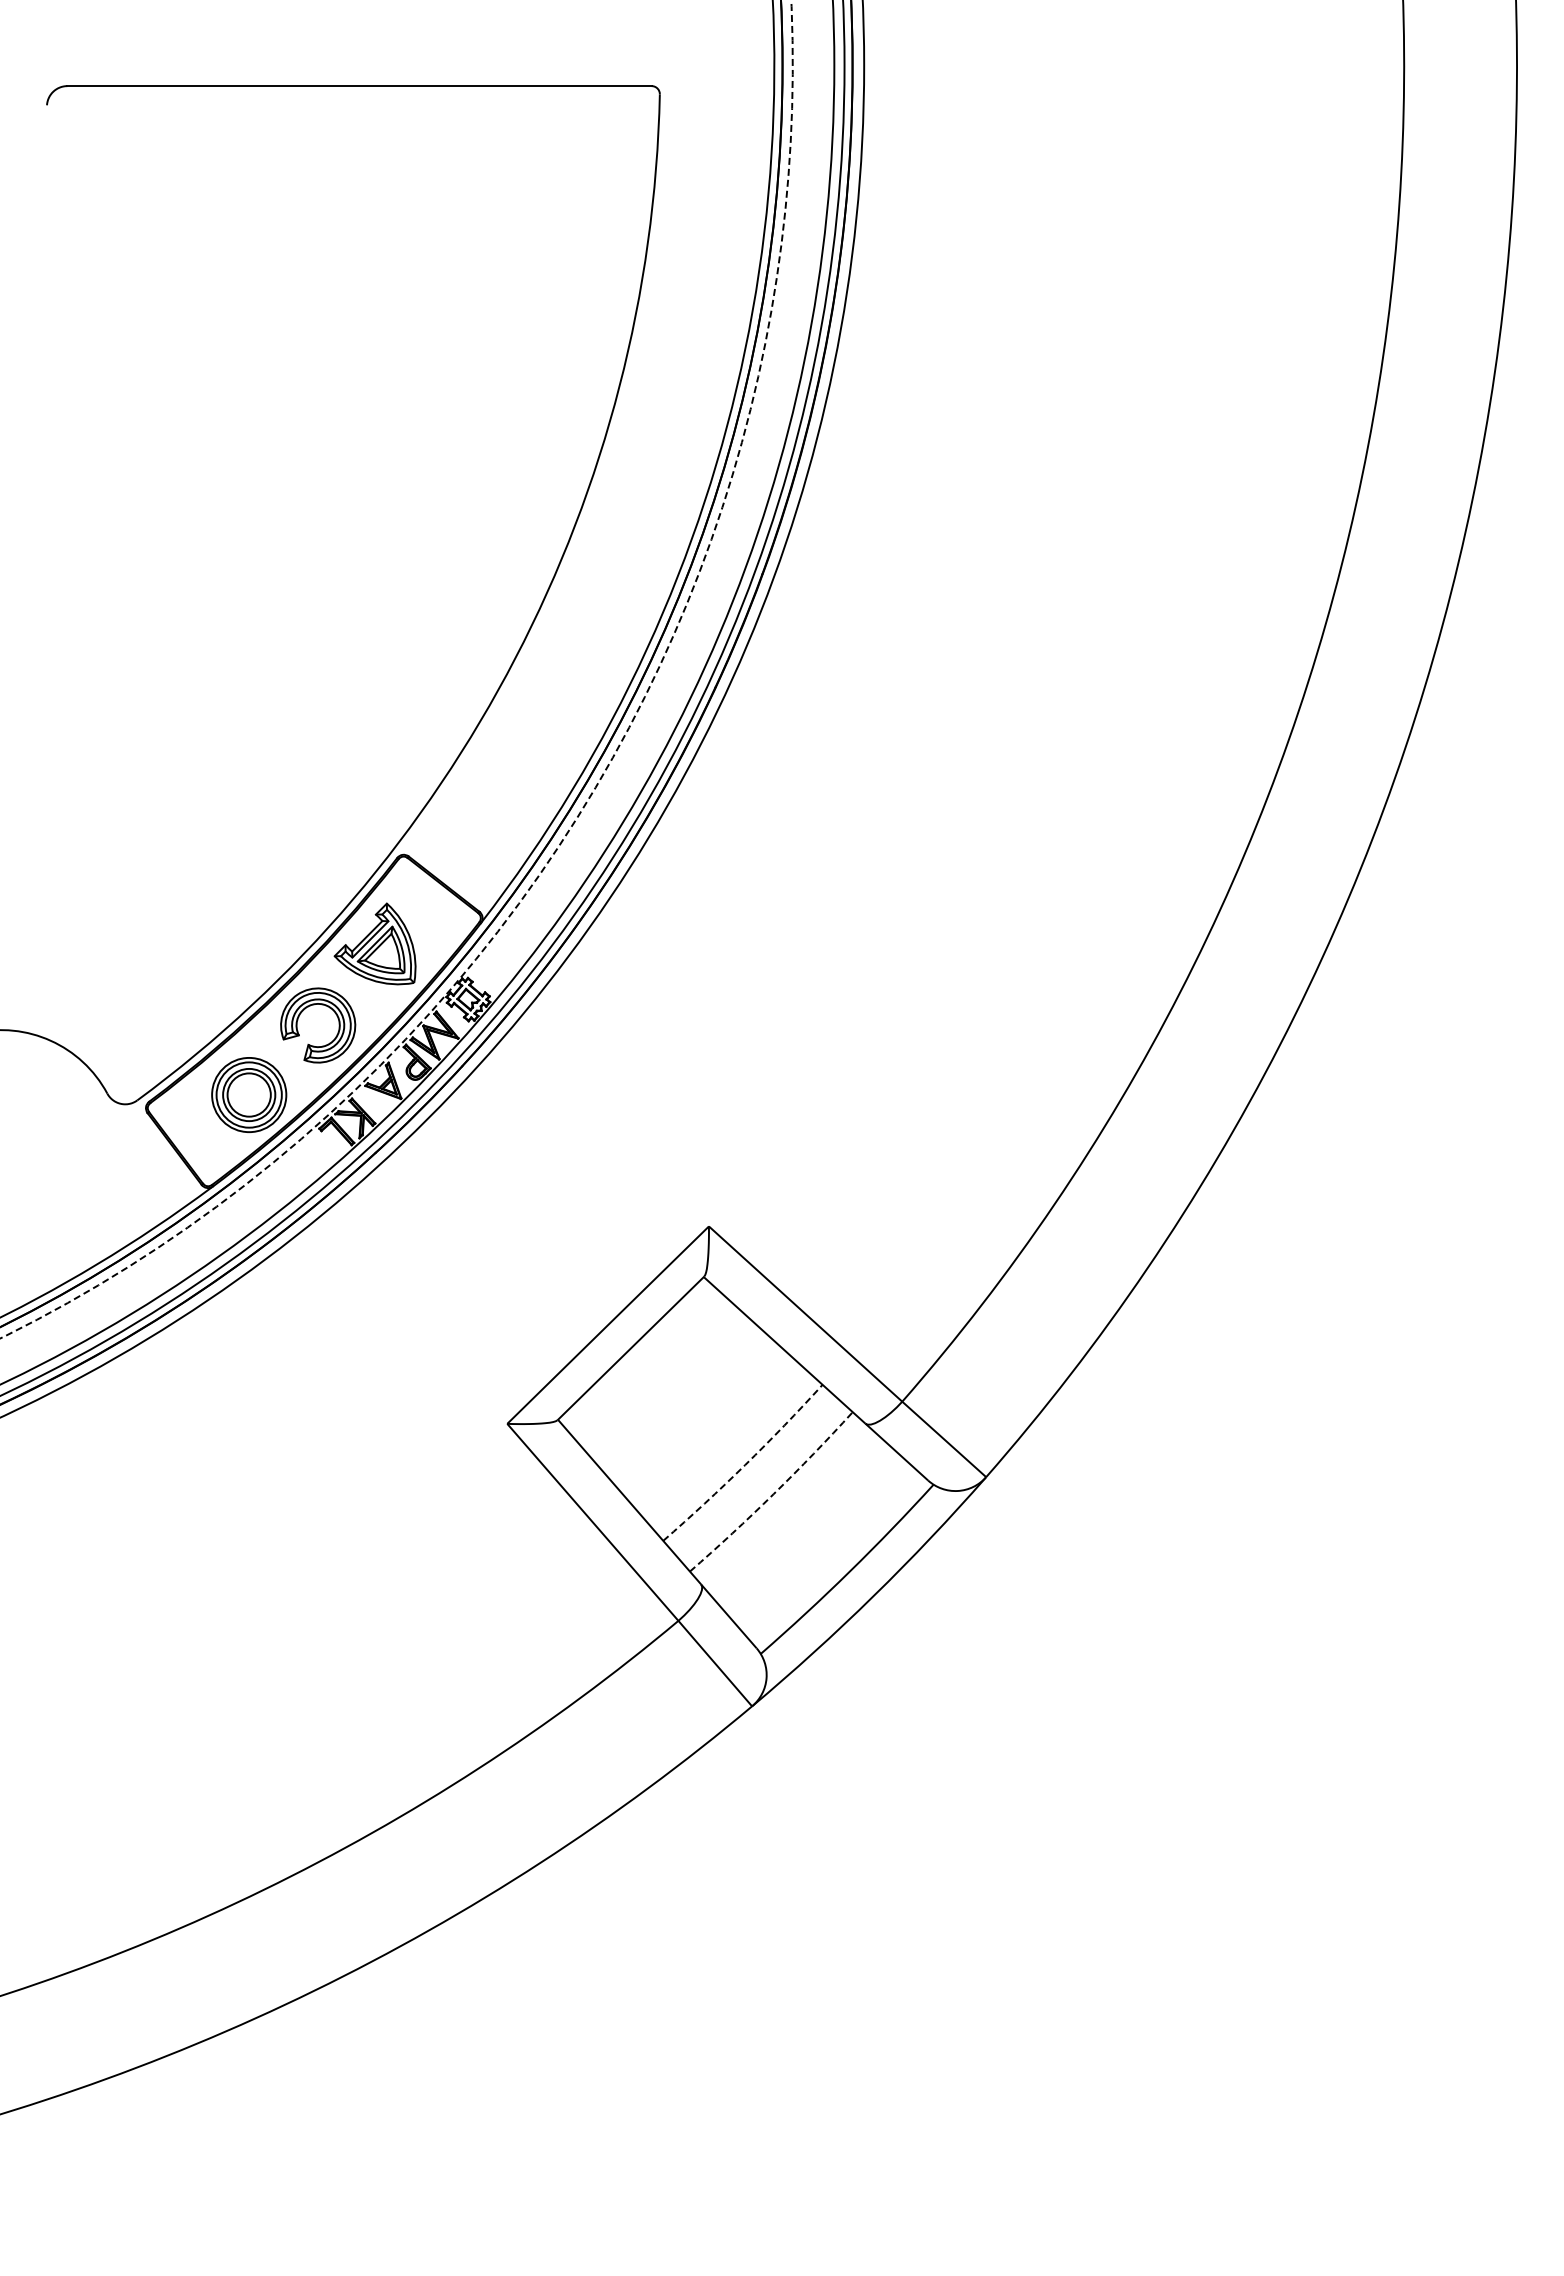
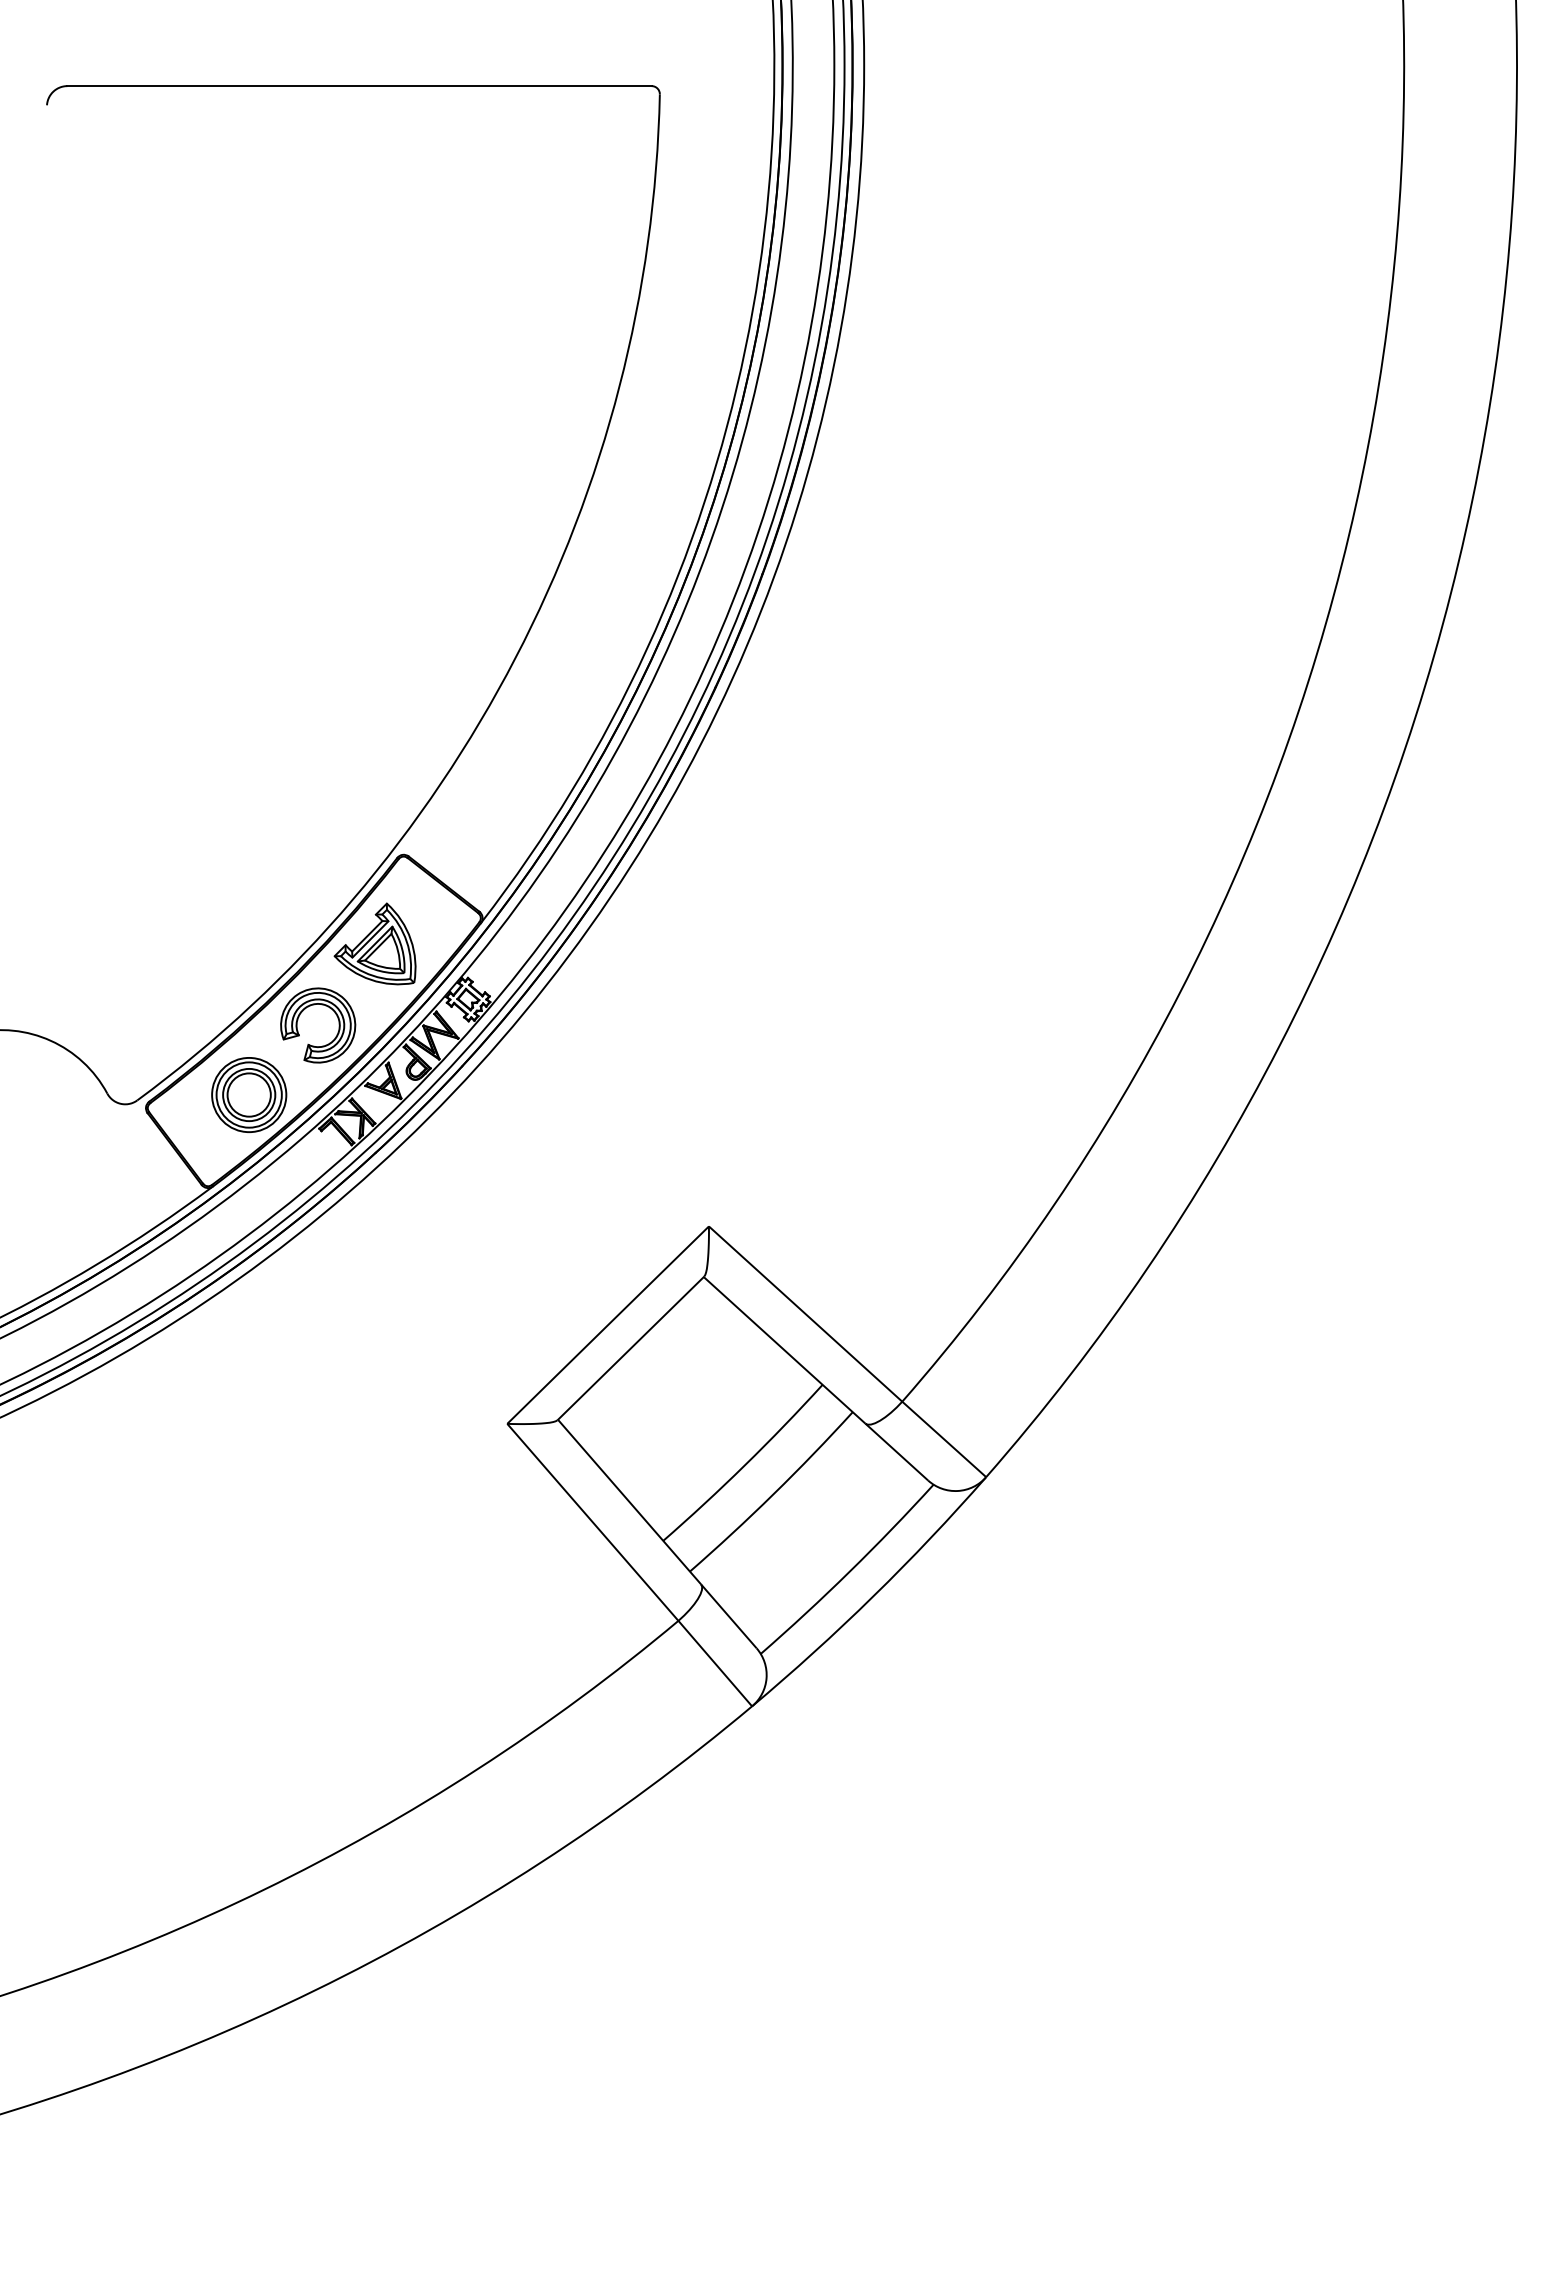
arc at (595, 787): dashed -> solid
arc at (745, 1465): dashed -> solid
arc at (773, 1494): dashed -> solid
